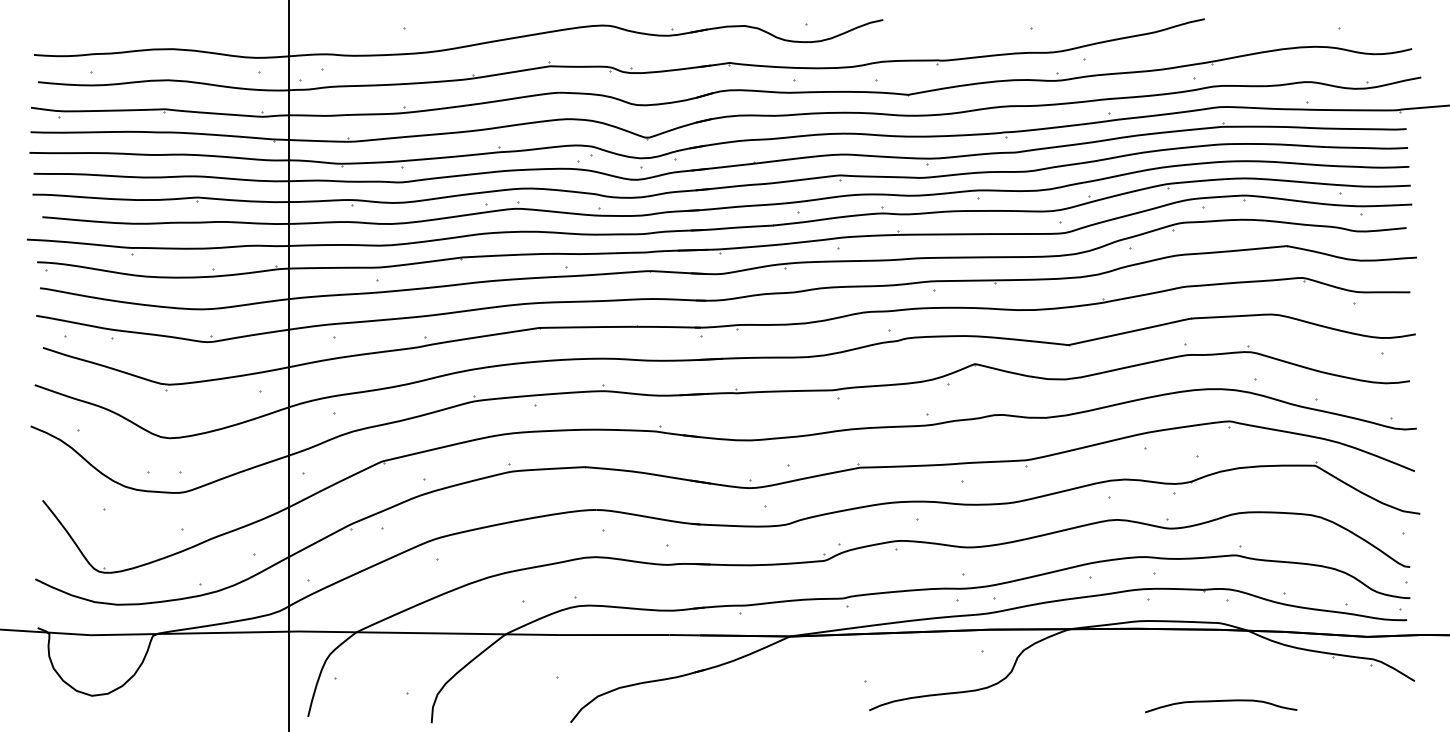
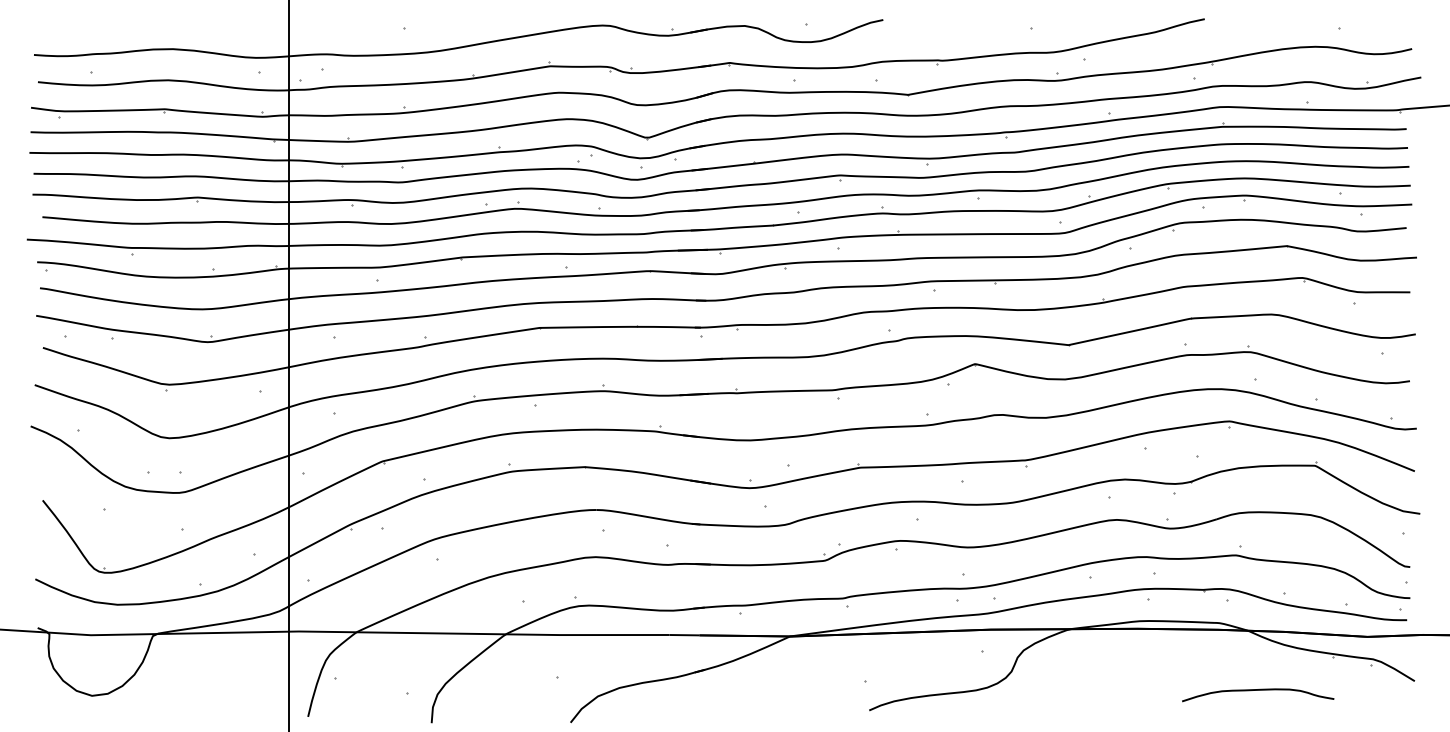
curve at (1221, 701) position: (1221, 701) -> (1258, 690)
